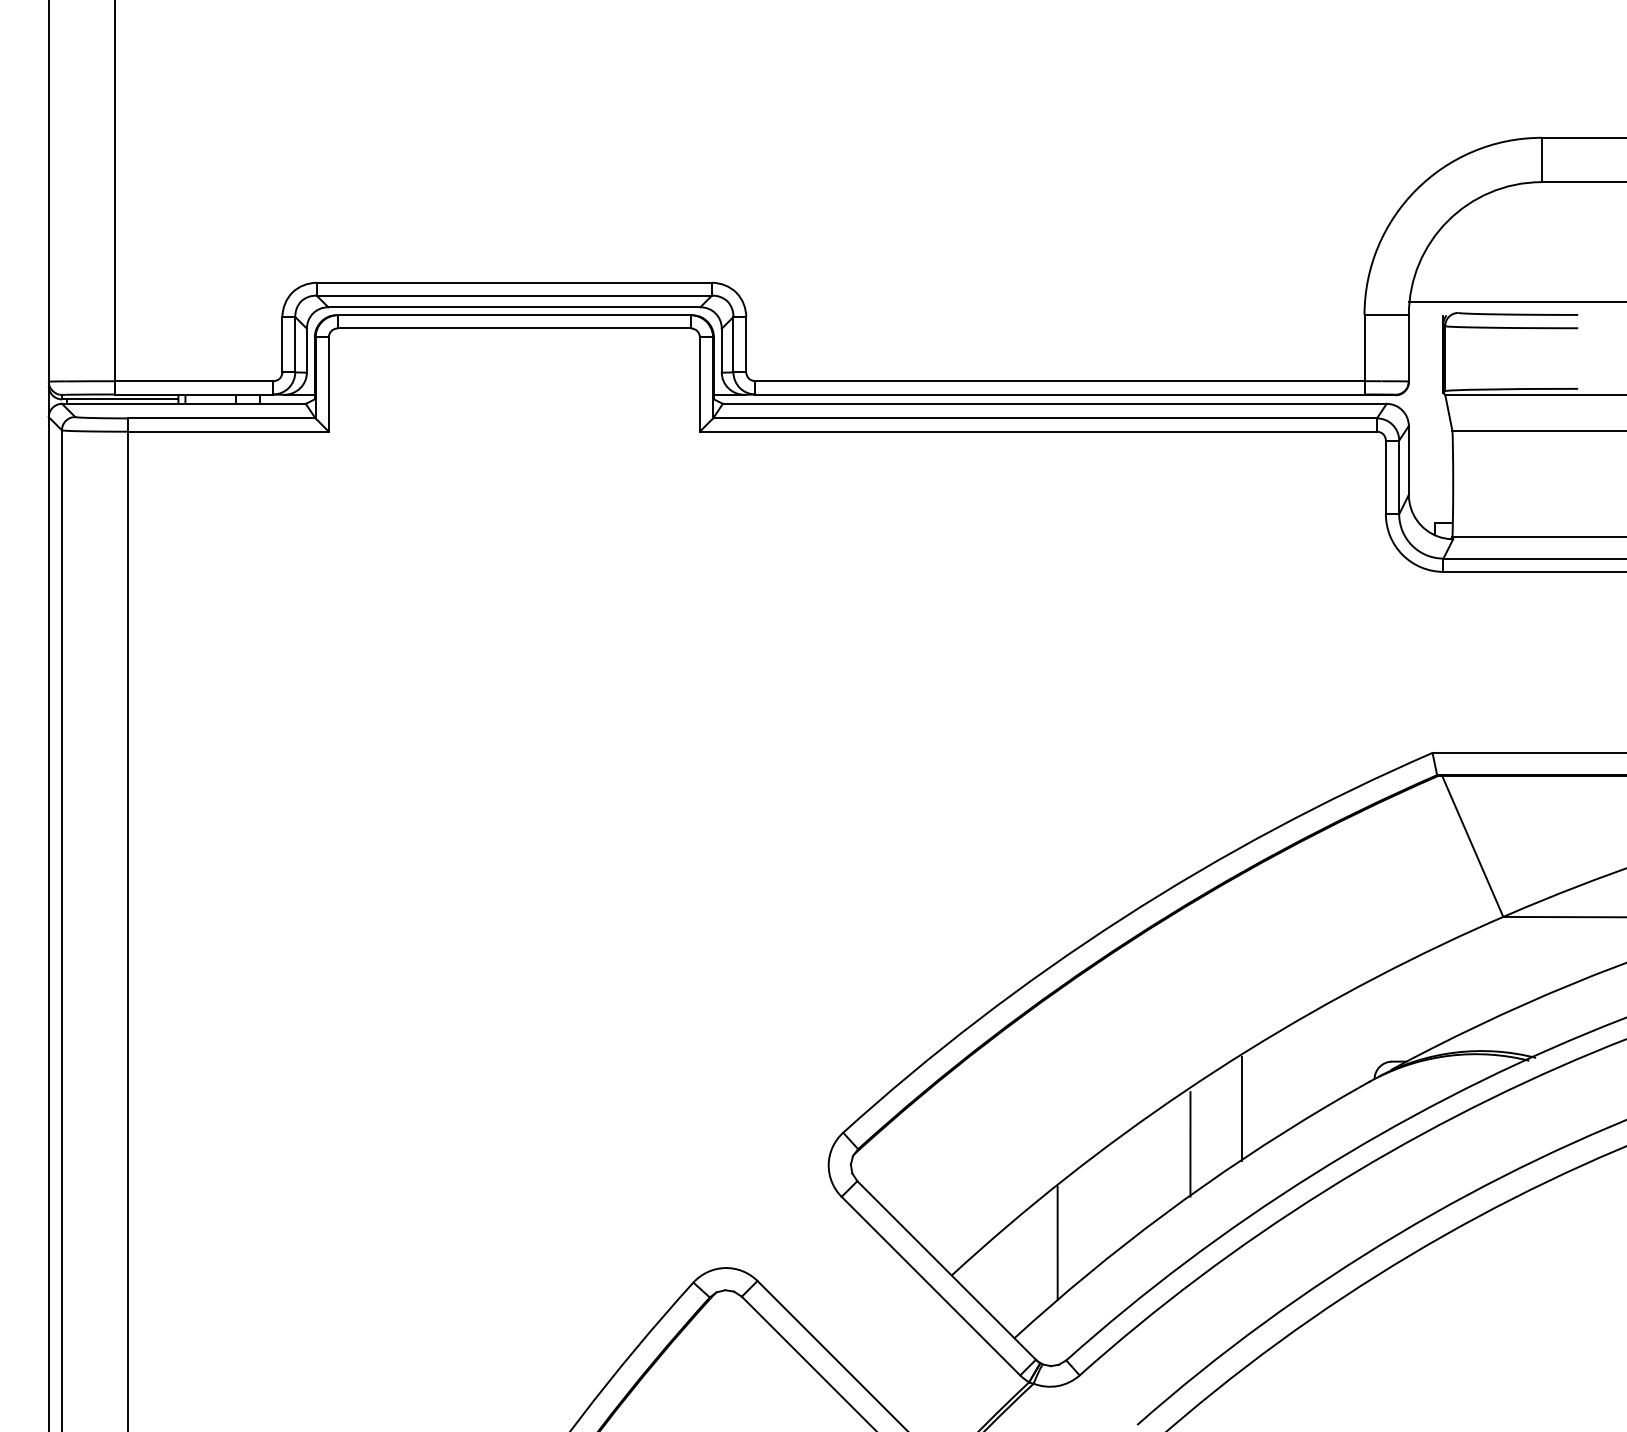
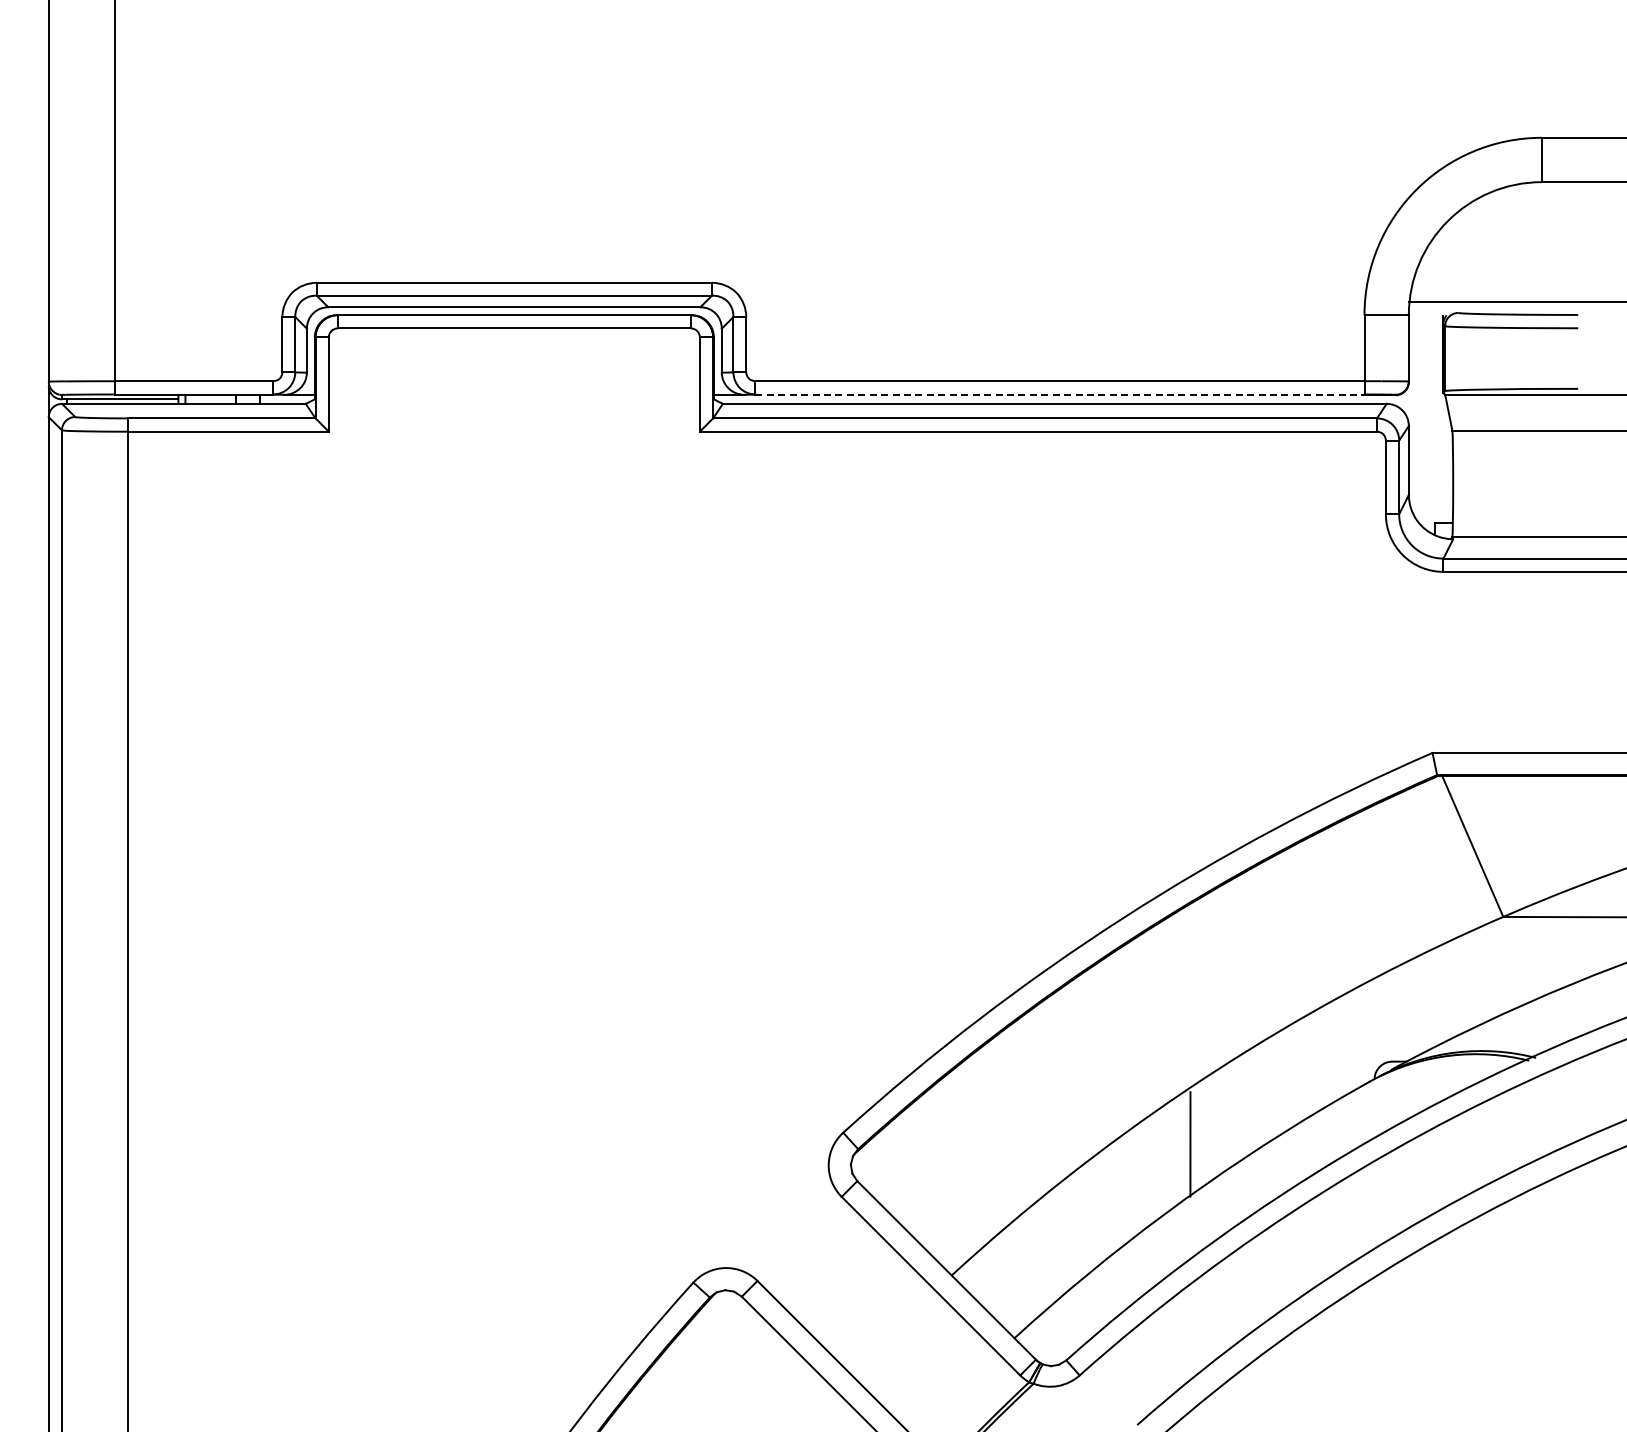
line at (1059, 394): solid -> dashed
line at (1241, 1108): present -> none
line at (1057, 1242): present -> none
